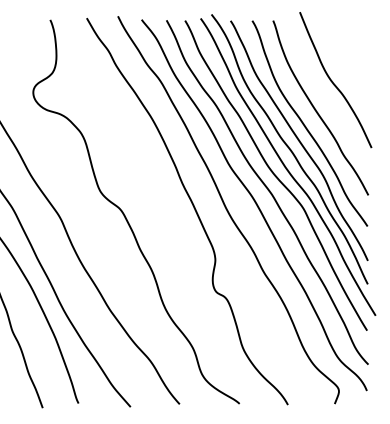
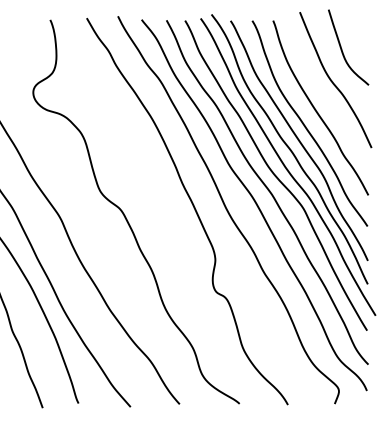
curve at (342, 48): none -> present
